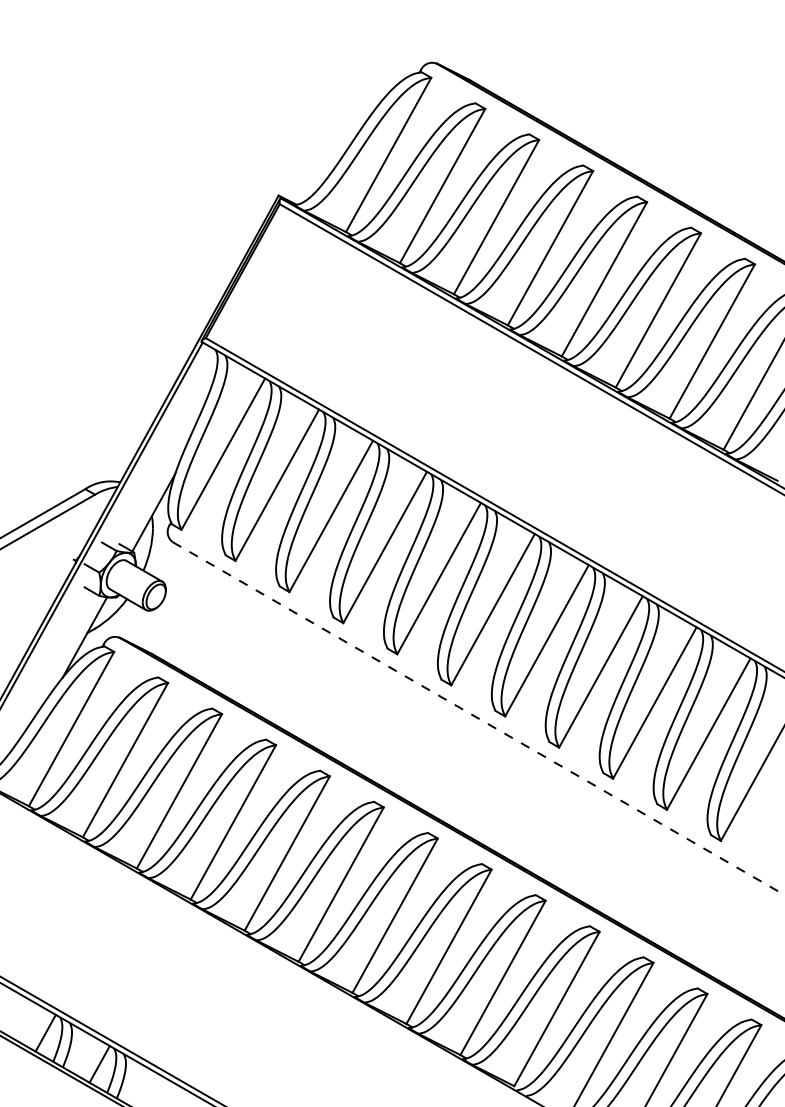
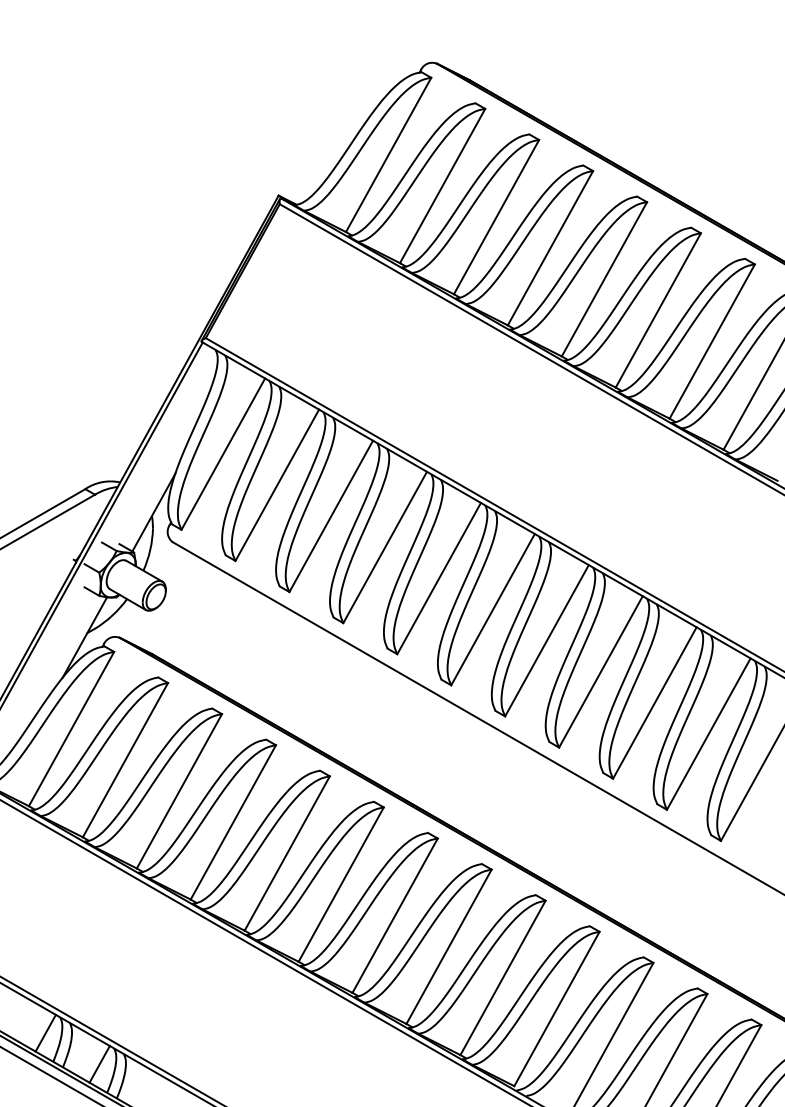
line at (479, 719): dashed -> solid
line at (264, 952): none -> present
line at (50, 1075): none -> present
